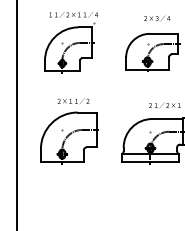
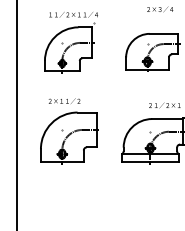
text at (157, 18) position: (157, 18) -> (160, 9)
text at (73, 100) position: (73, 100) -> (64, 100)
